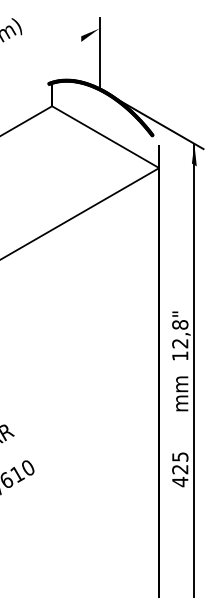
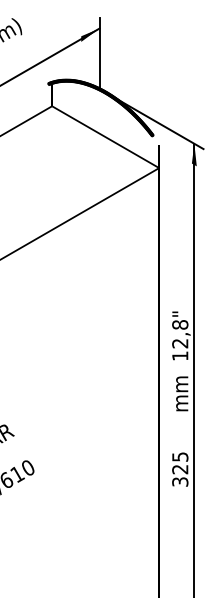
line at (50, 56): none -> present
text at (180, 481): 425 -> 325
